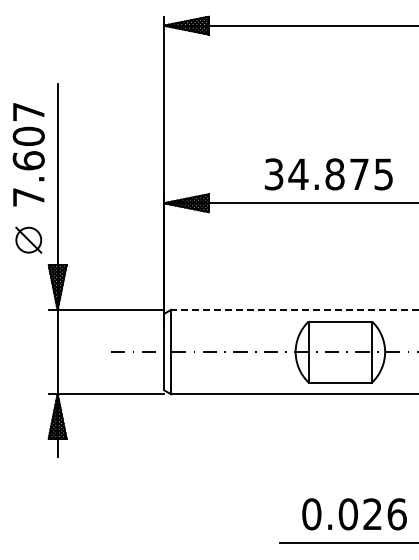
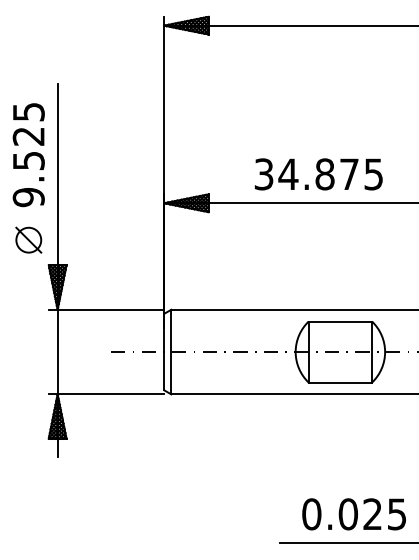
text at (28, 155): 7.607 -> 9.525
text at (328, 174) position: (328, 174) -> (318, 174)
line at (295, 309): dashed -> solid
text at (396, 514): 0.026 -> 0.025
